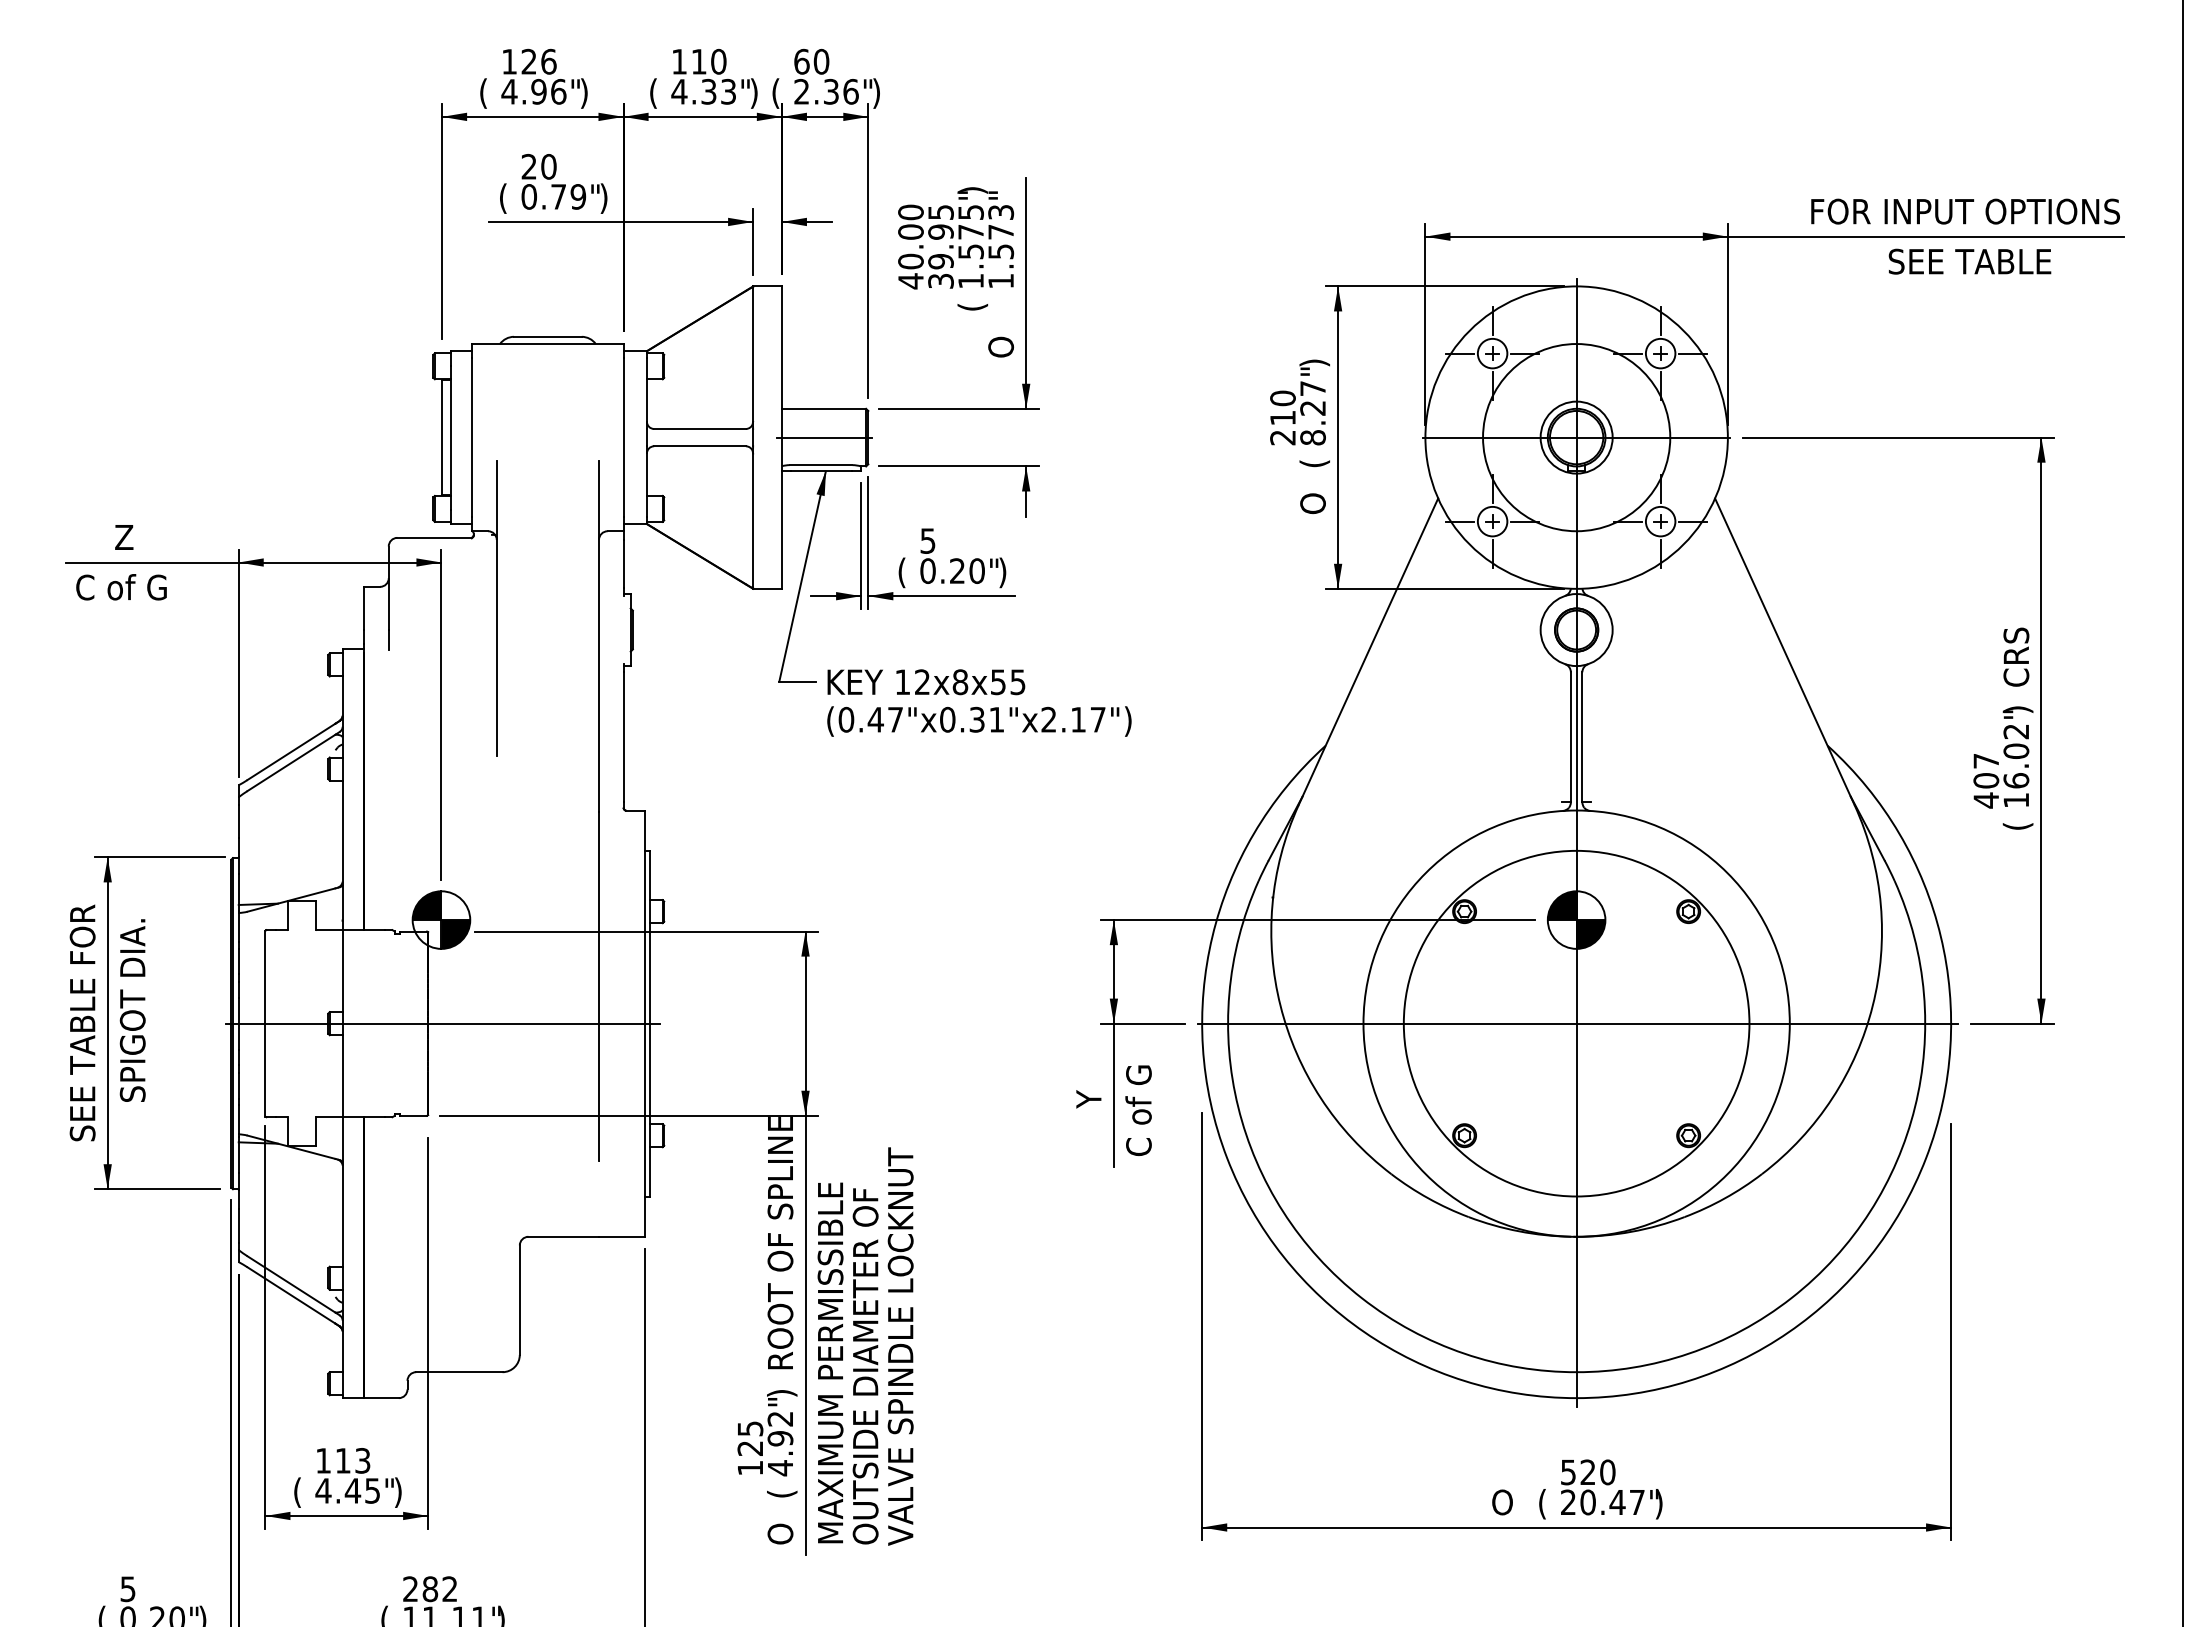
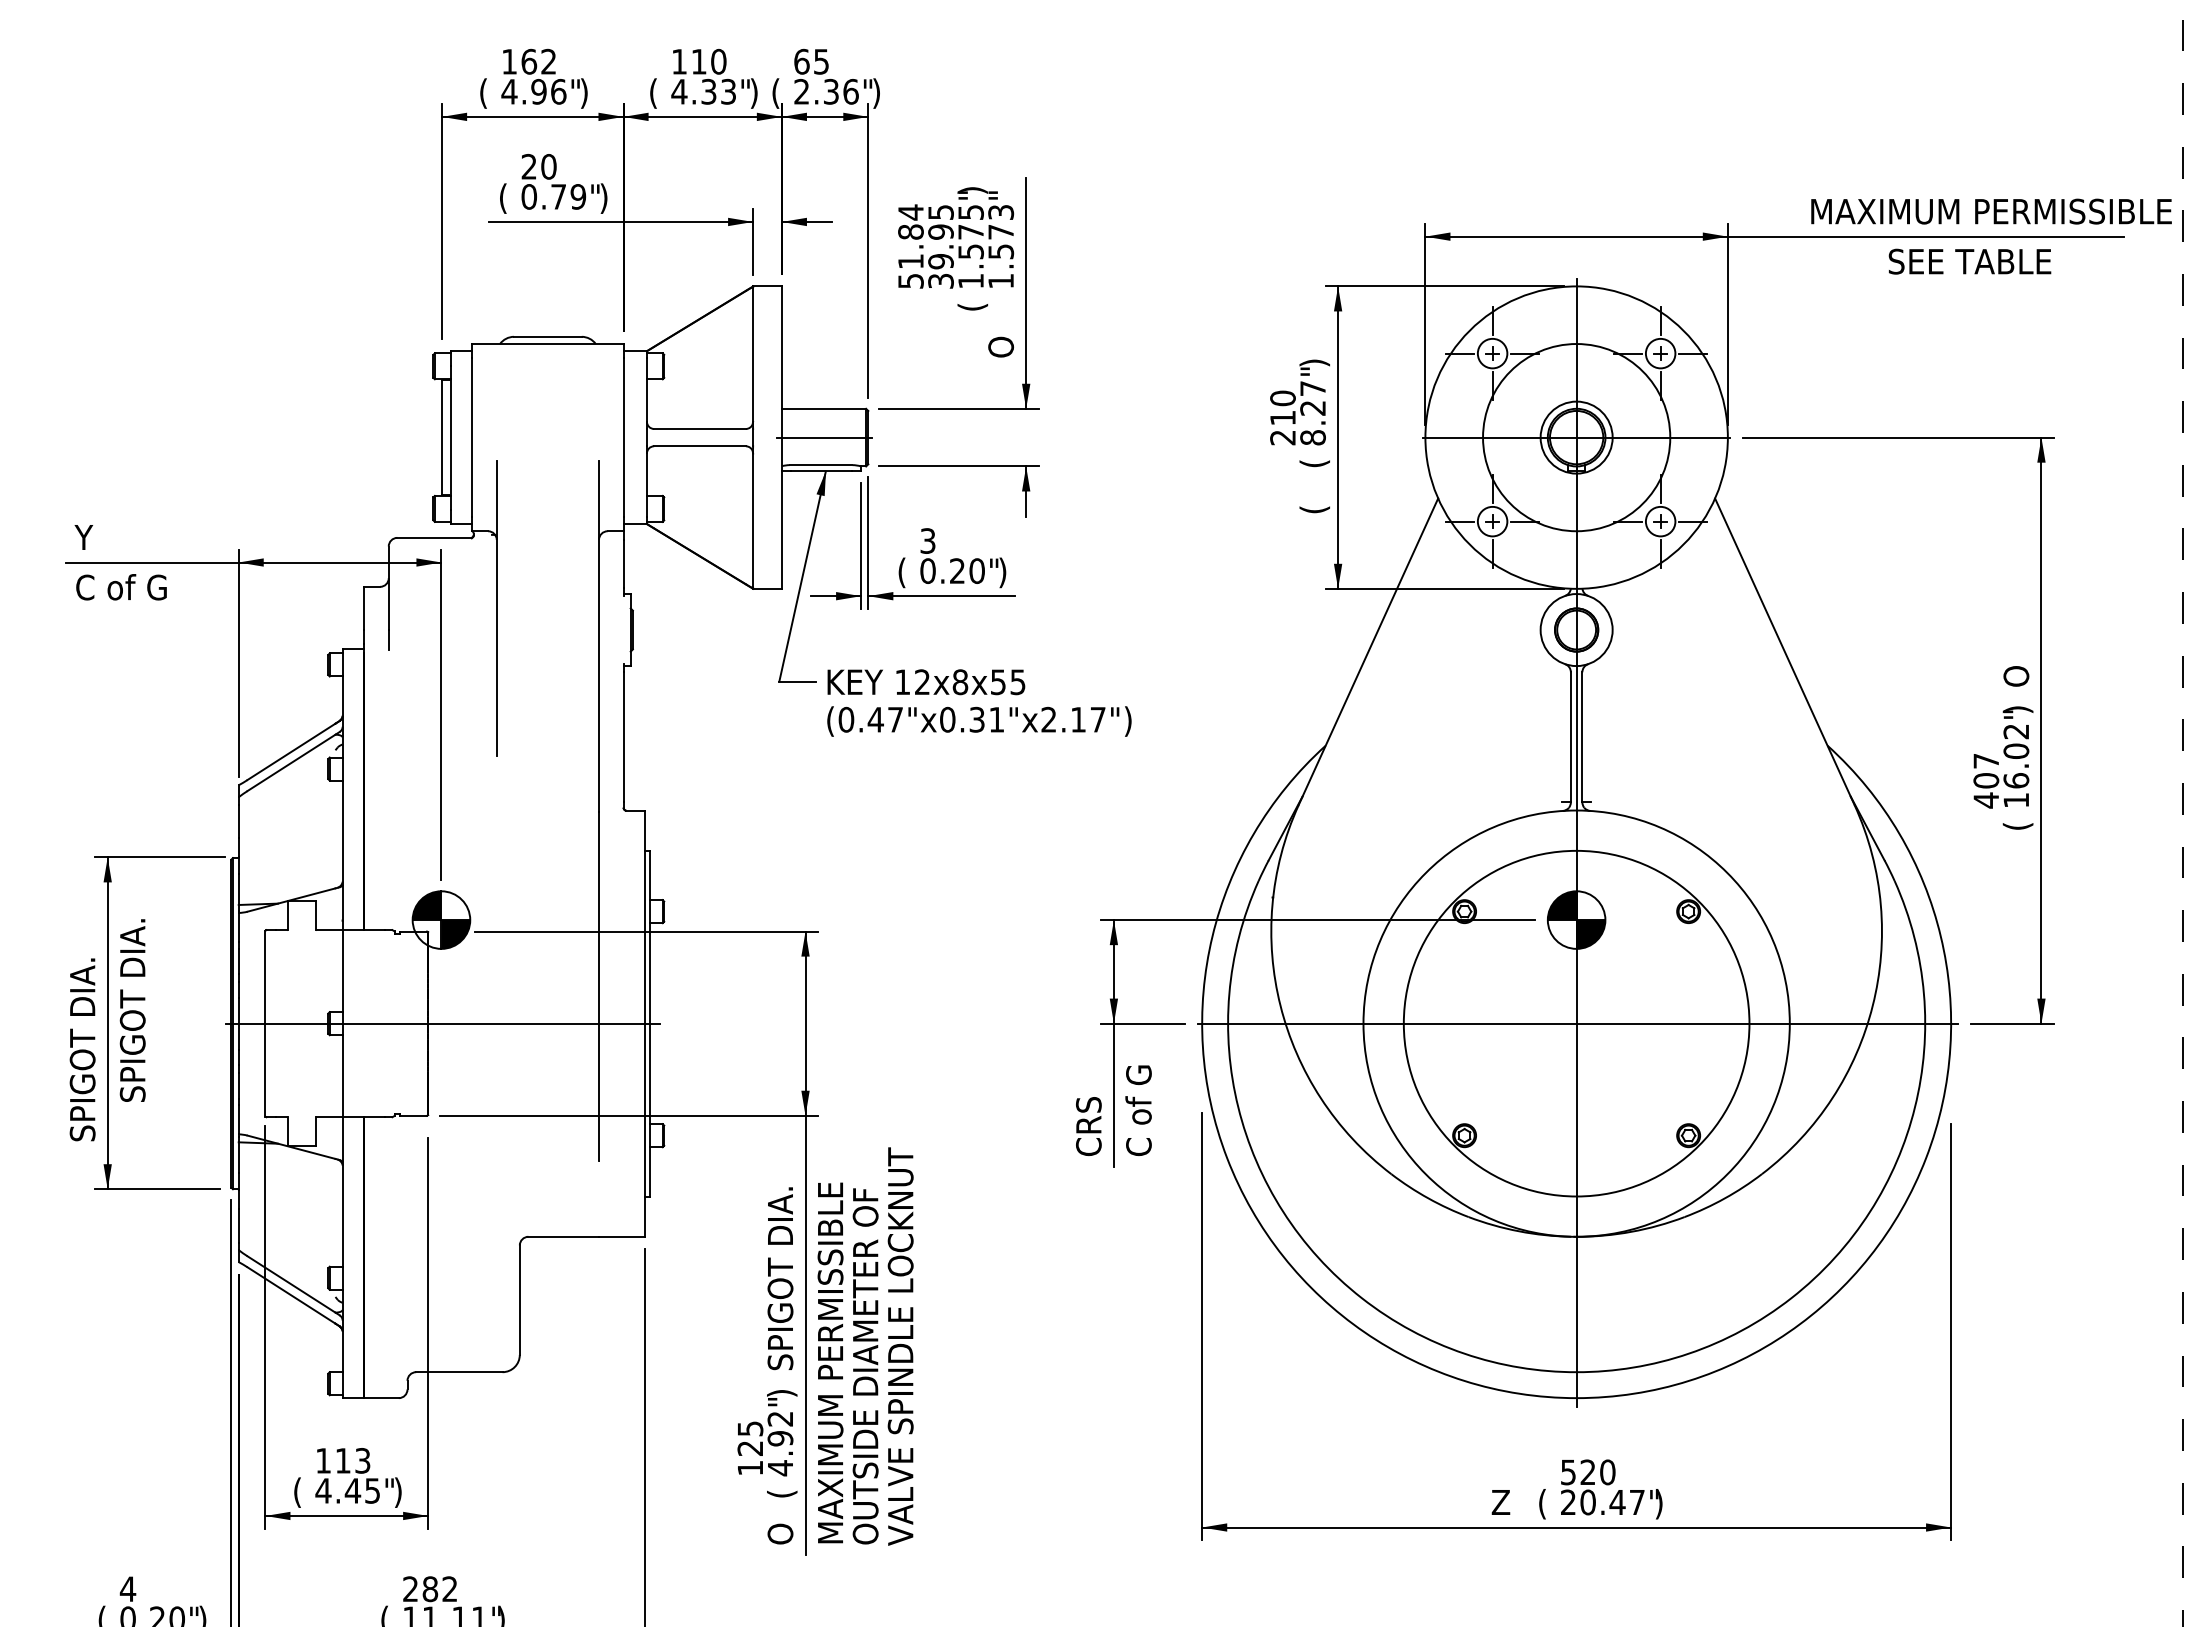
text at (538, 61): 126 -> 162
text at (821, 61): 60 -> 65
text at (1992, 211): FOR INPUT OPTIONS -> MAXIMUM PERMISSIBLE
text at (910, 246): 40.00 -> 51.84
text at (1314, 503): O -> (
text at (103, 537): Z -> Y
text at (928, 540): 5 -> 3
text at (2016, 654): CRS -> O
line at (2182, 813): solid -> dashed
text at (82, 1010): SEE TABLE FOR -> SPIGOT DIA.
text at (1088, 1123): Y -> CRS
text at (780, 1243): ROOT OF SPLINE -> SPIGOT DIA.
text at (1501, 1502): O -> Z
text at (127, 1589): 5 -> 4
